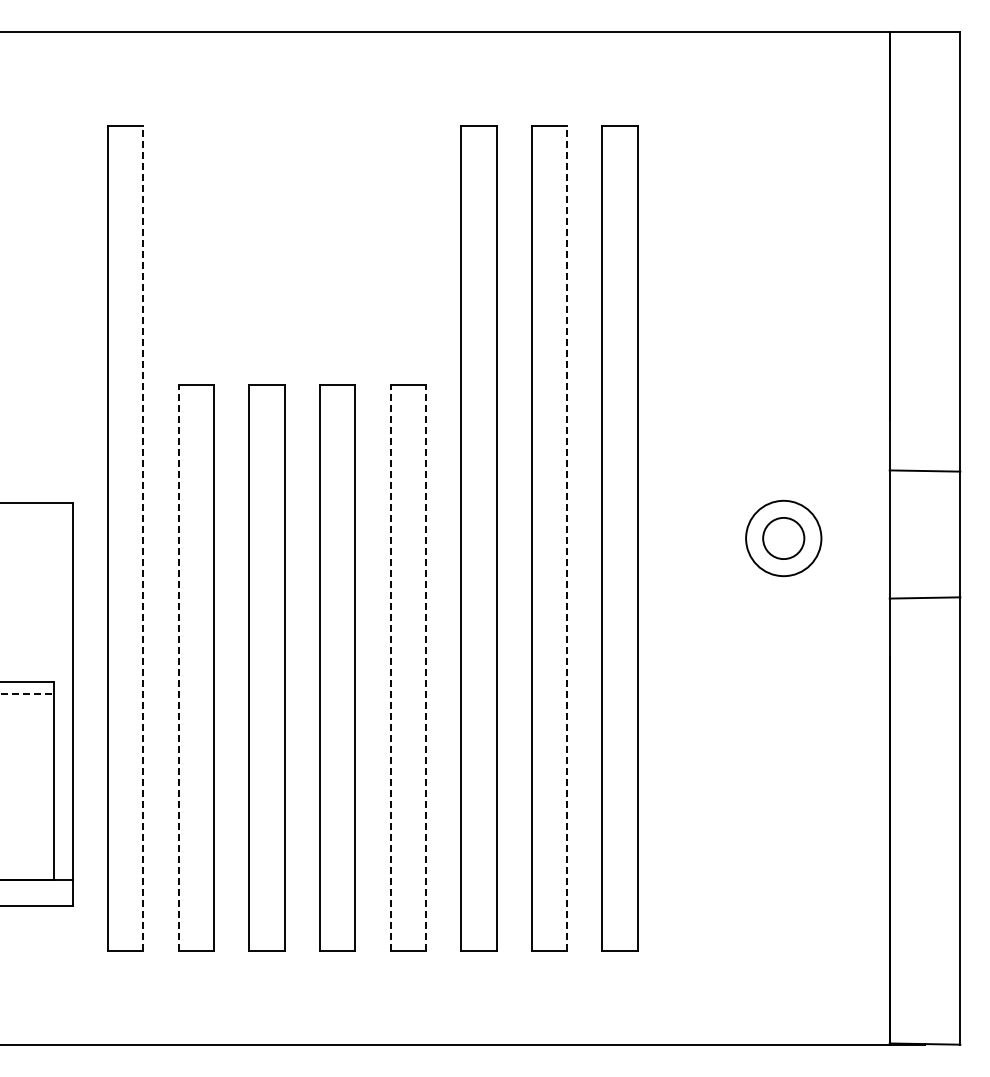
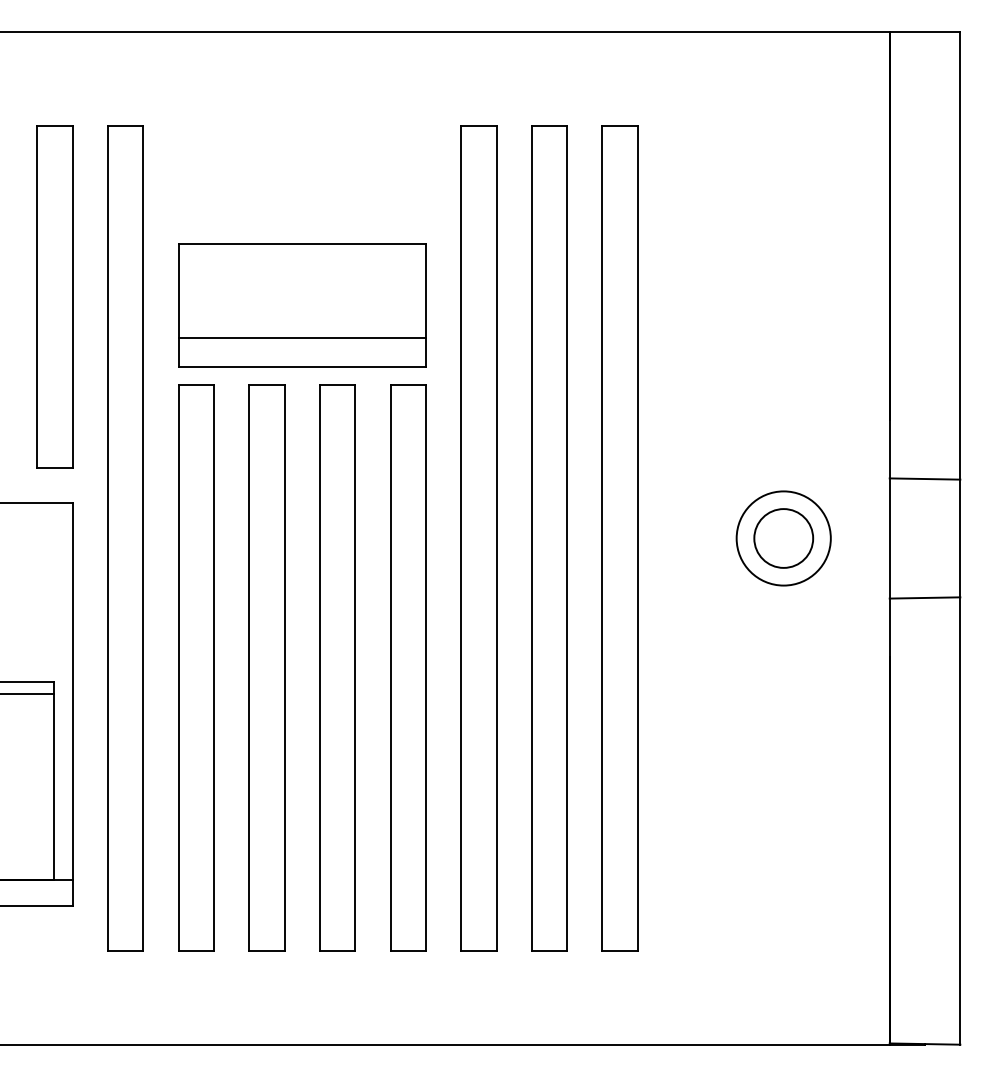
part at (54, 296): none -> present
part at (302, 305): none -> present
line at (924, 470) position: (924, 470) -> (924, 478)
line at (143, 538): dashed -> solid
line at (567, 538): dashed -> solid
circle at (783, 538) diameter: 41 px -> 59 px
circle at (783, 538) diameter: 75 px -> 94 px
line at (178, 667): dashed -> solid
line at (390, 667): dashed -> solid
line at (425, 667): dashed -> solid
line at (27, 693): dashed -> solid
